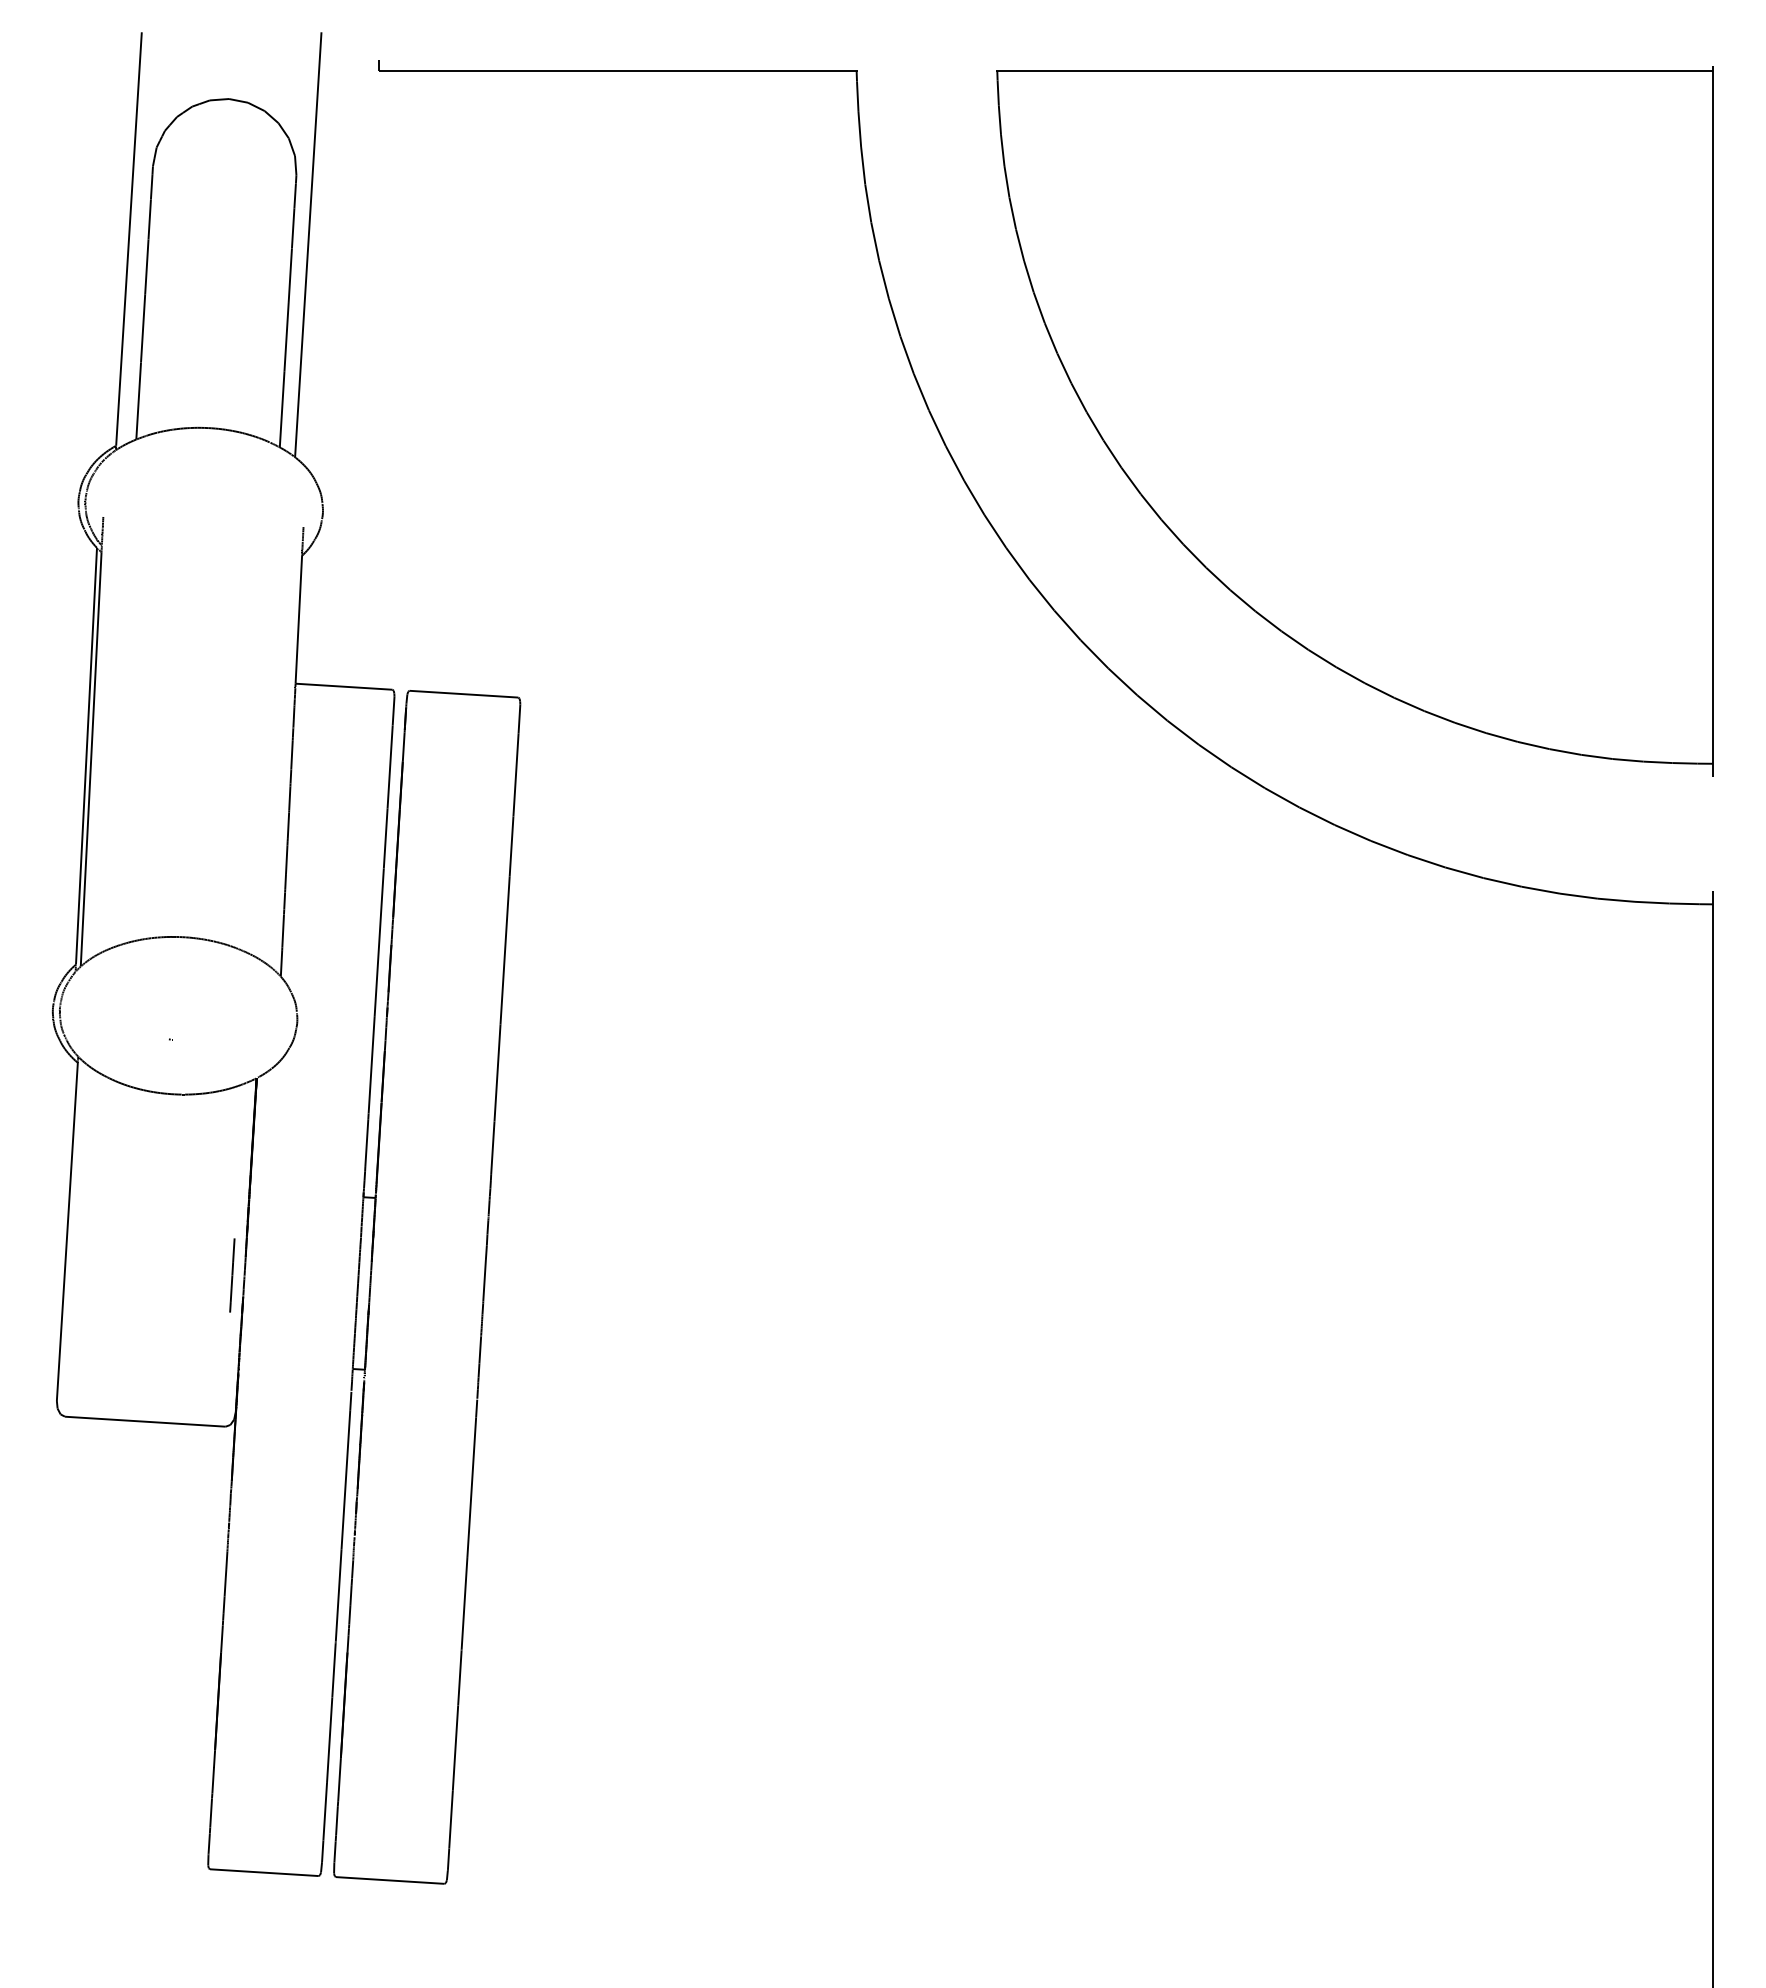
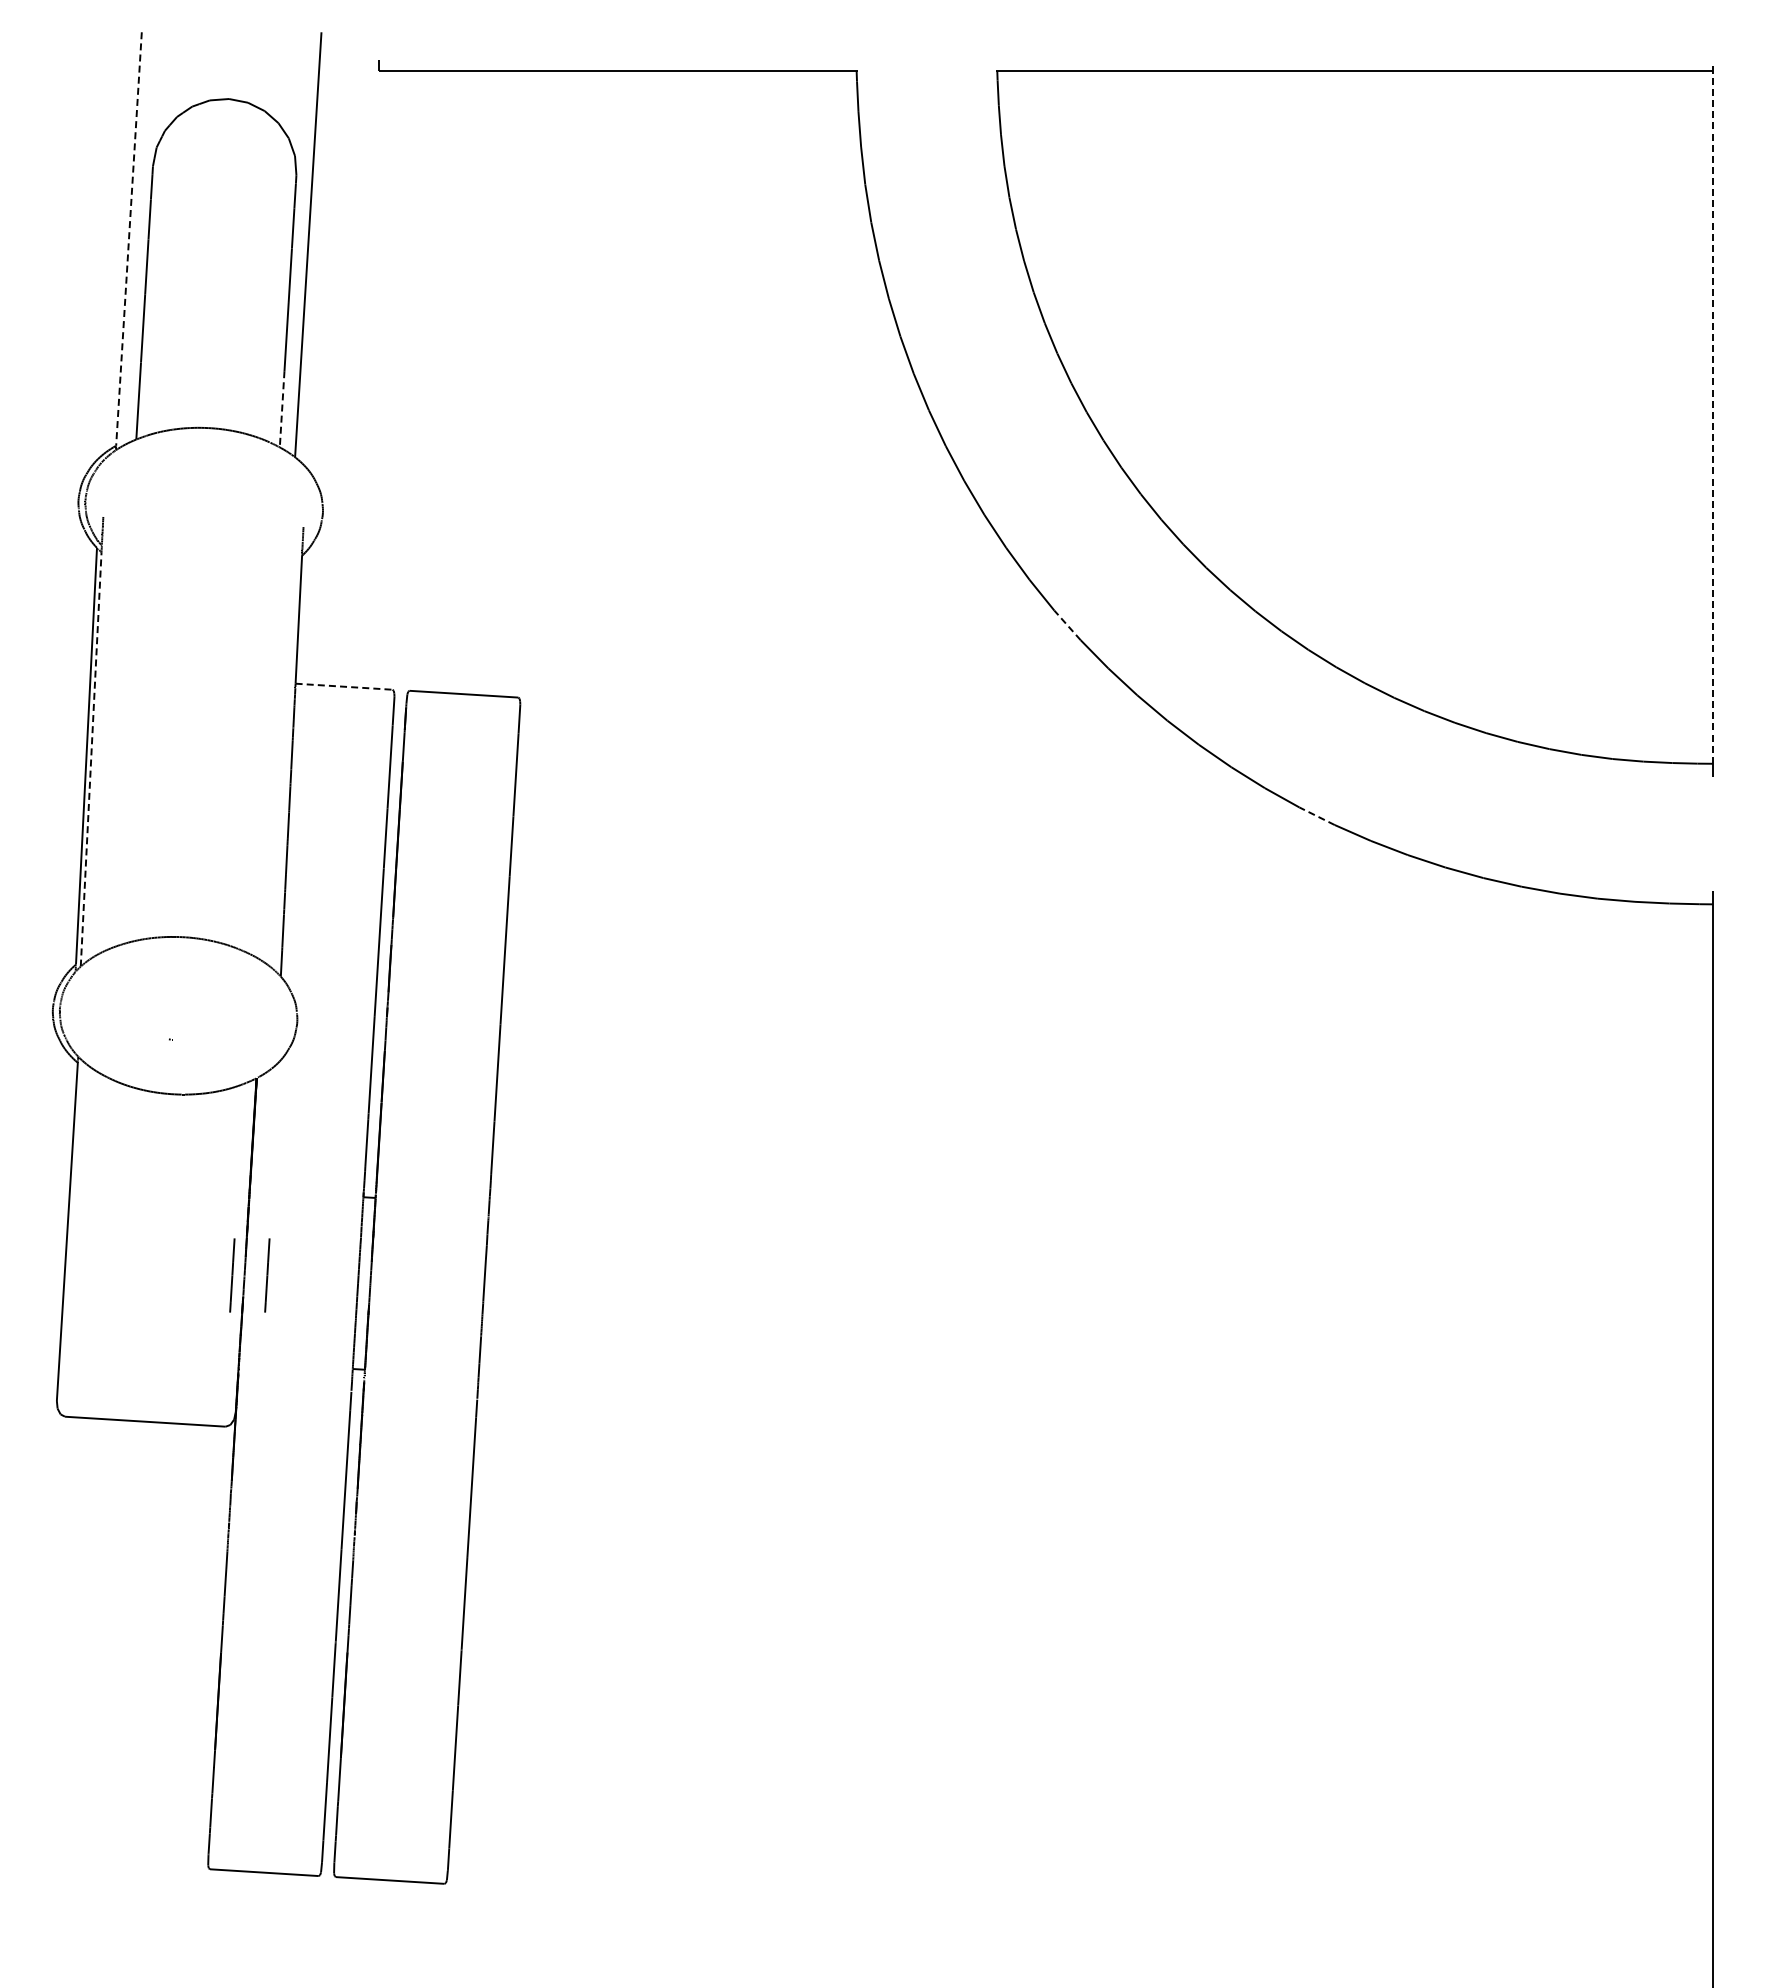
line at (128, 239): solid -> dashed
line at (282, 409): solid -> dashed
line at (1713, 416): solid -> dashed
line at (1067, 625): solid -> dashed
line at (344, 686): solid -> dashed
line at (91, 758): solid -> dashed
line at (1317, 816): solid -> dashed
line at (267, 1275): none -> present
